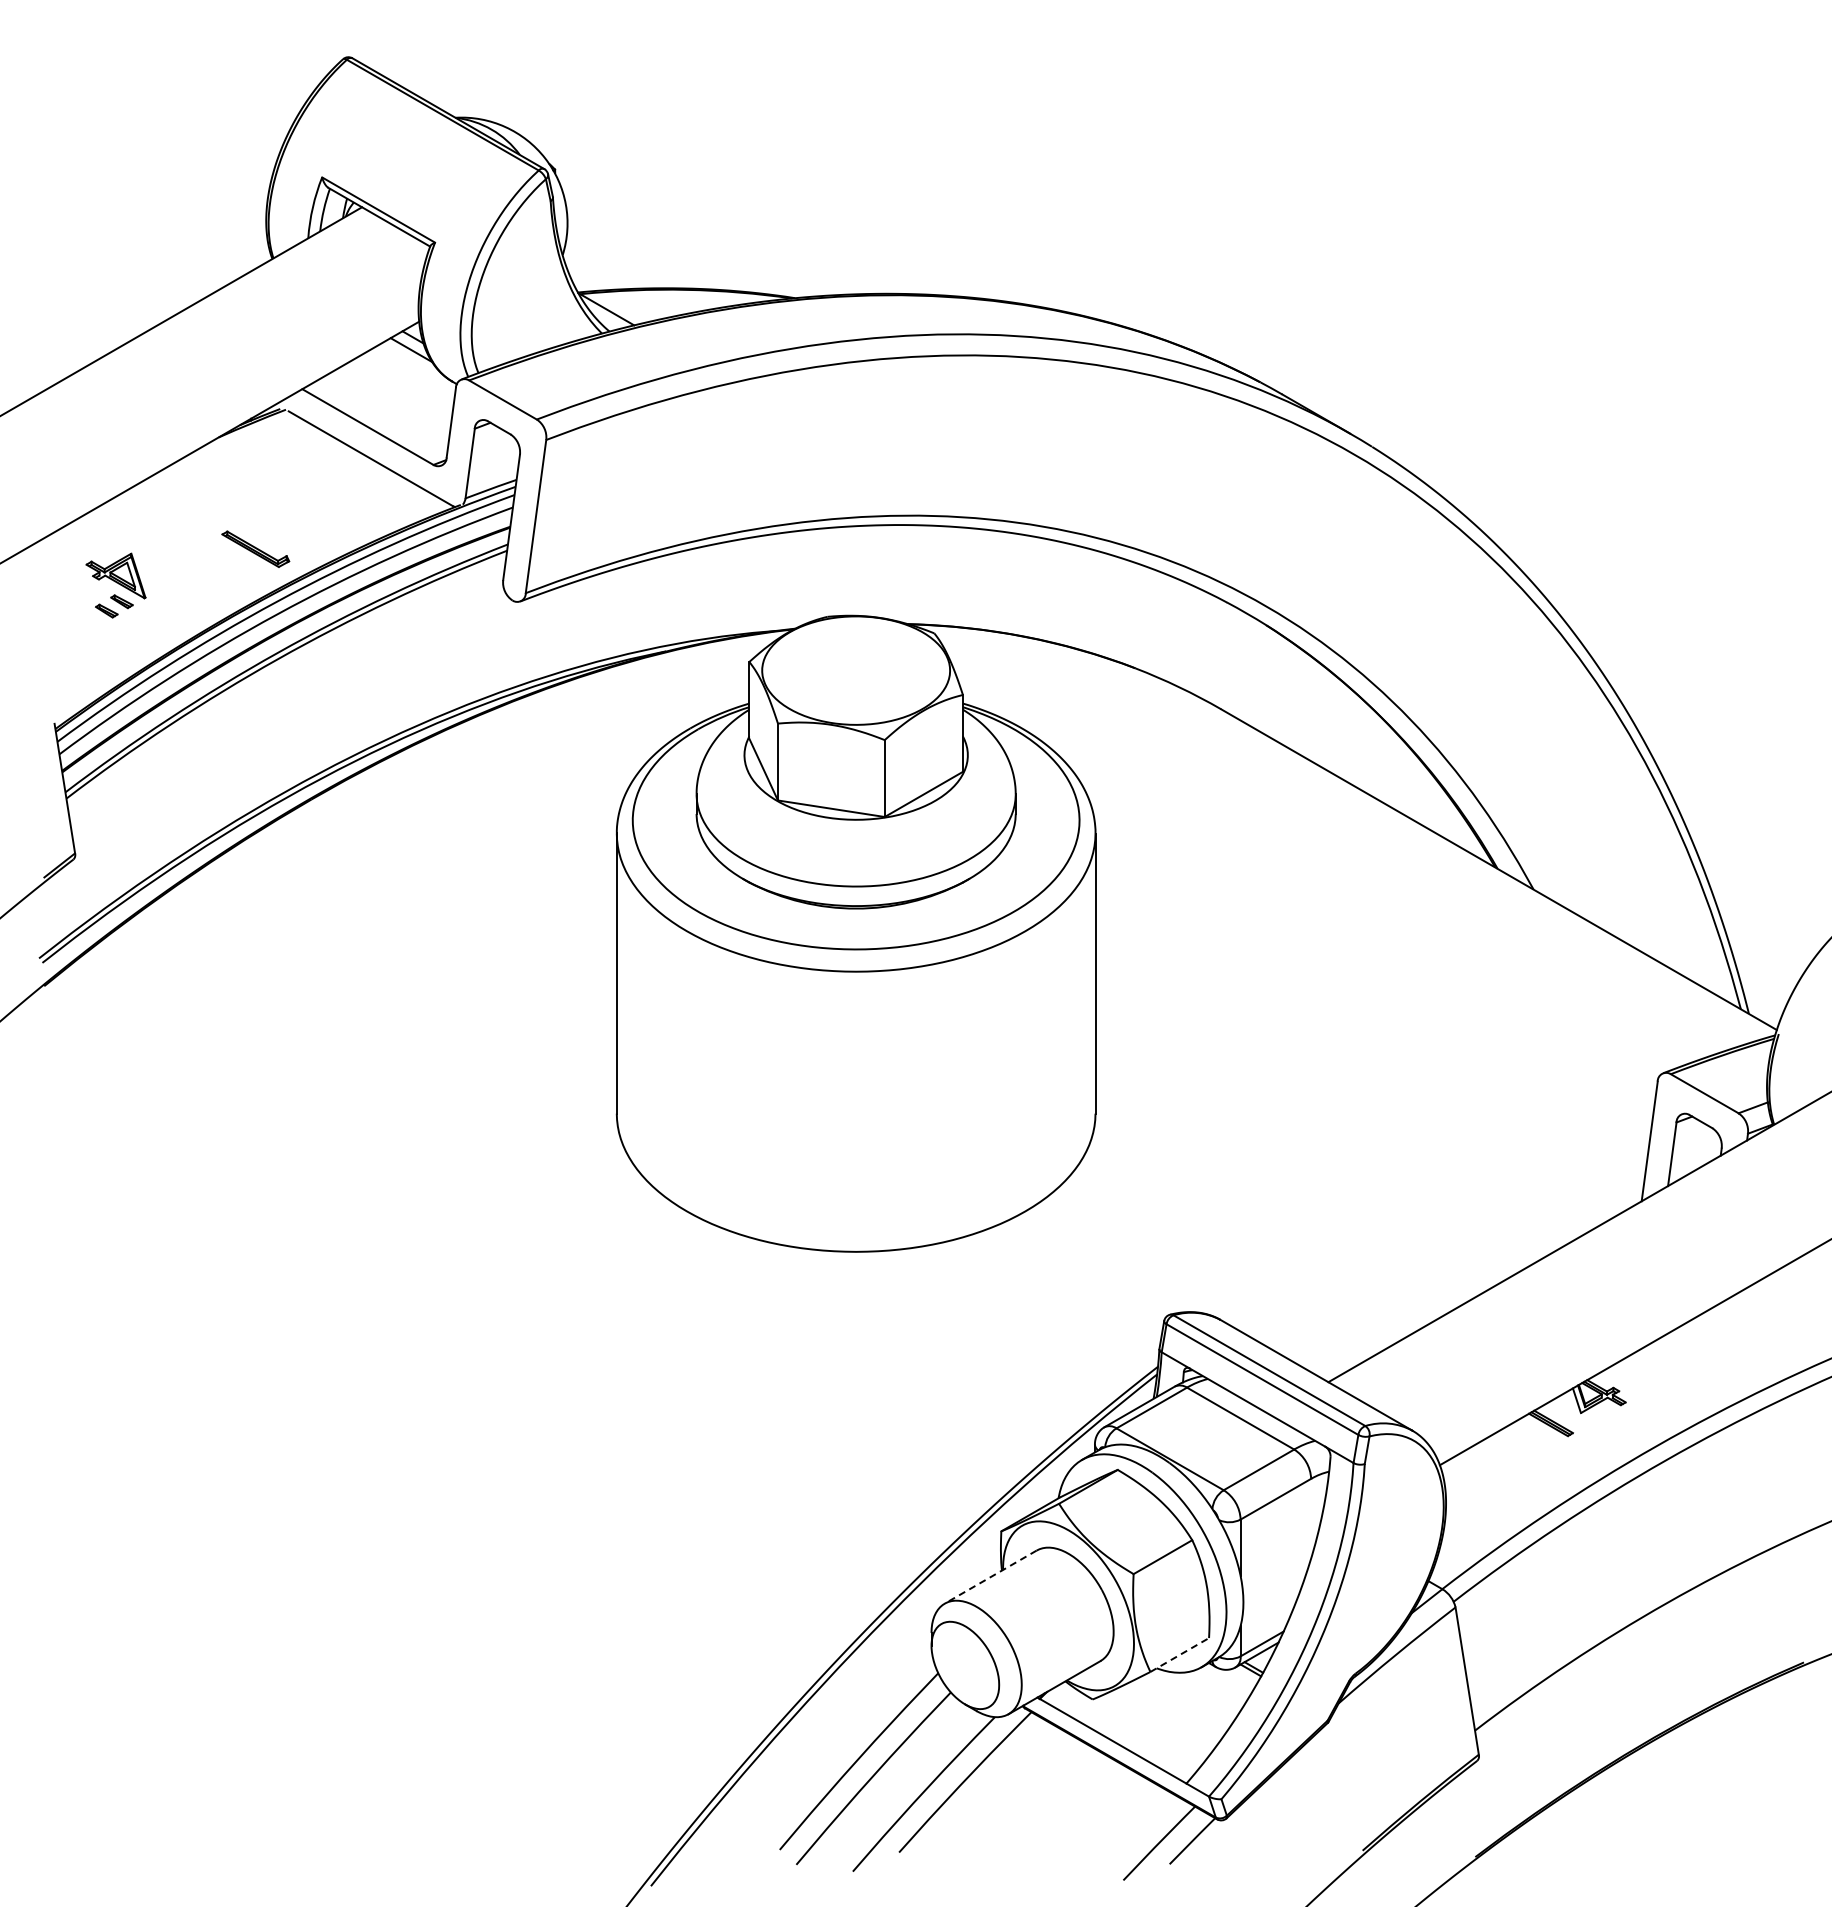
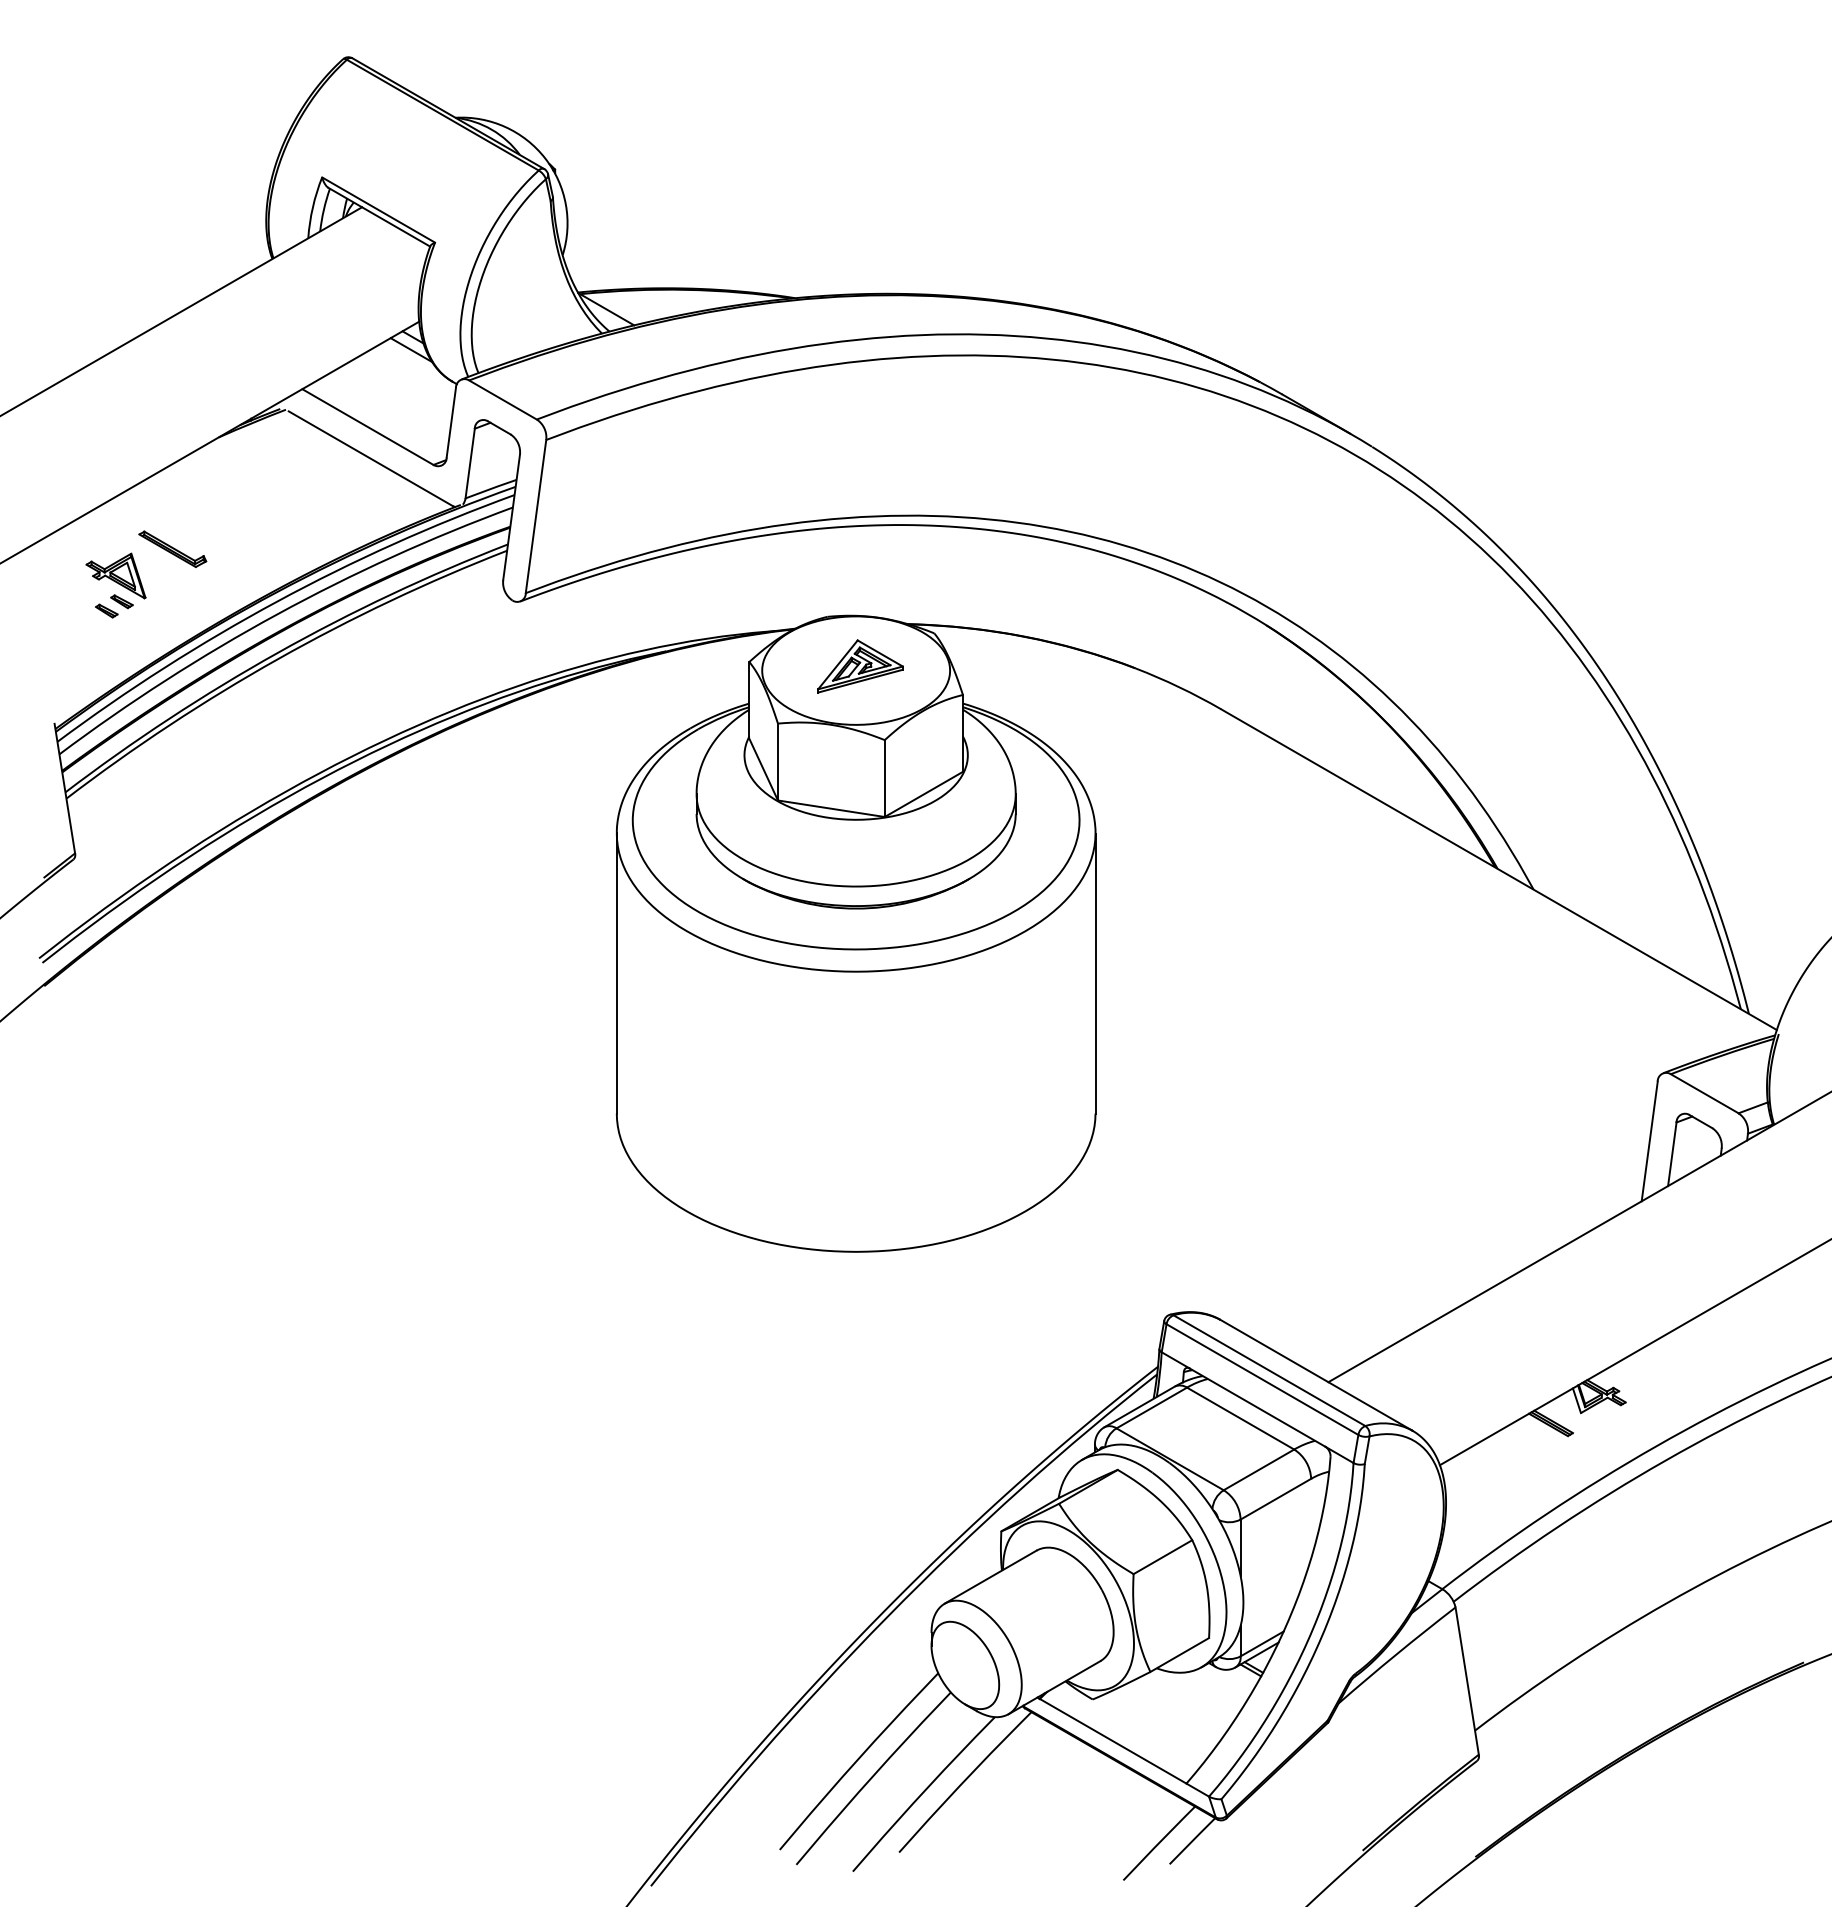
part at (255, 548) position: (255, 548) -> (172, 548)
part at (860, 666): none -> present
line at (990, 1577): dashed -> solid
line at (1179, 1655): dashed -> solid
